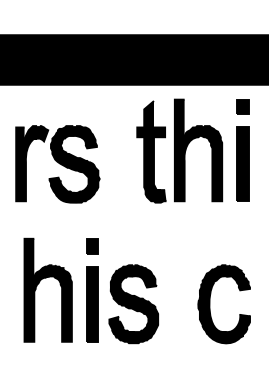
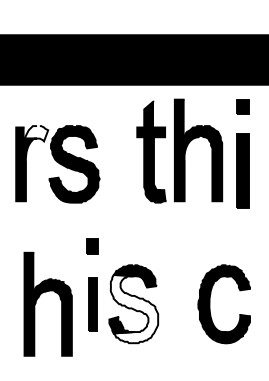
fill at (36, 133): present -> none
part at (242, 163) position: (242, 163) -> (242, 170)
part at (39, 283) position: (39, 283) -> (39, 297)
part at (92, 304) size: 13x77 px -> 10x55 px
fill at (134, 309): present -> none
